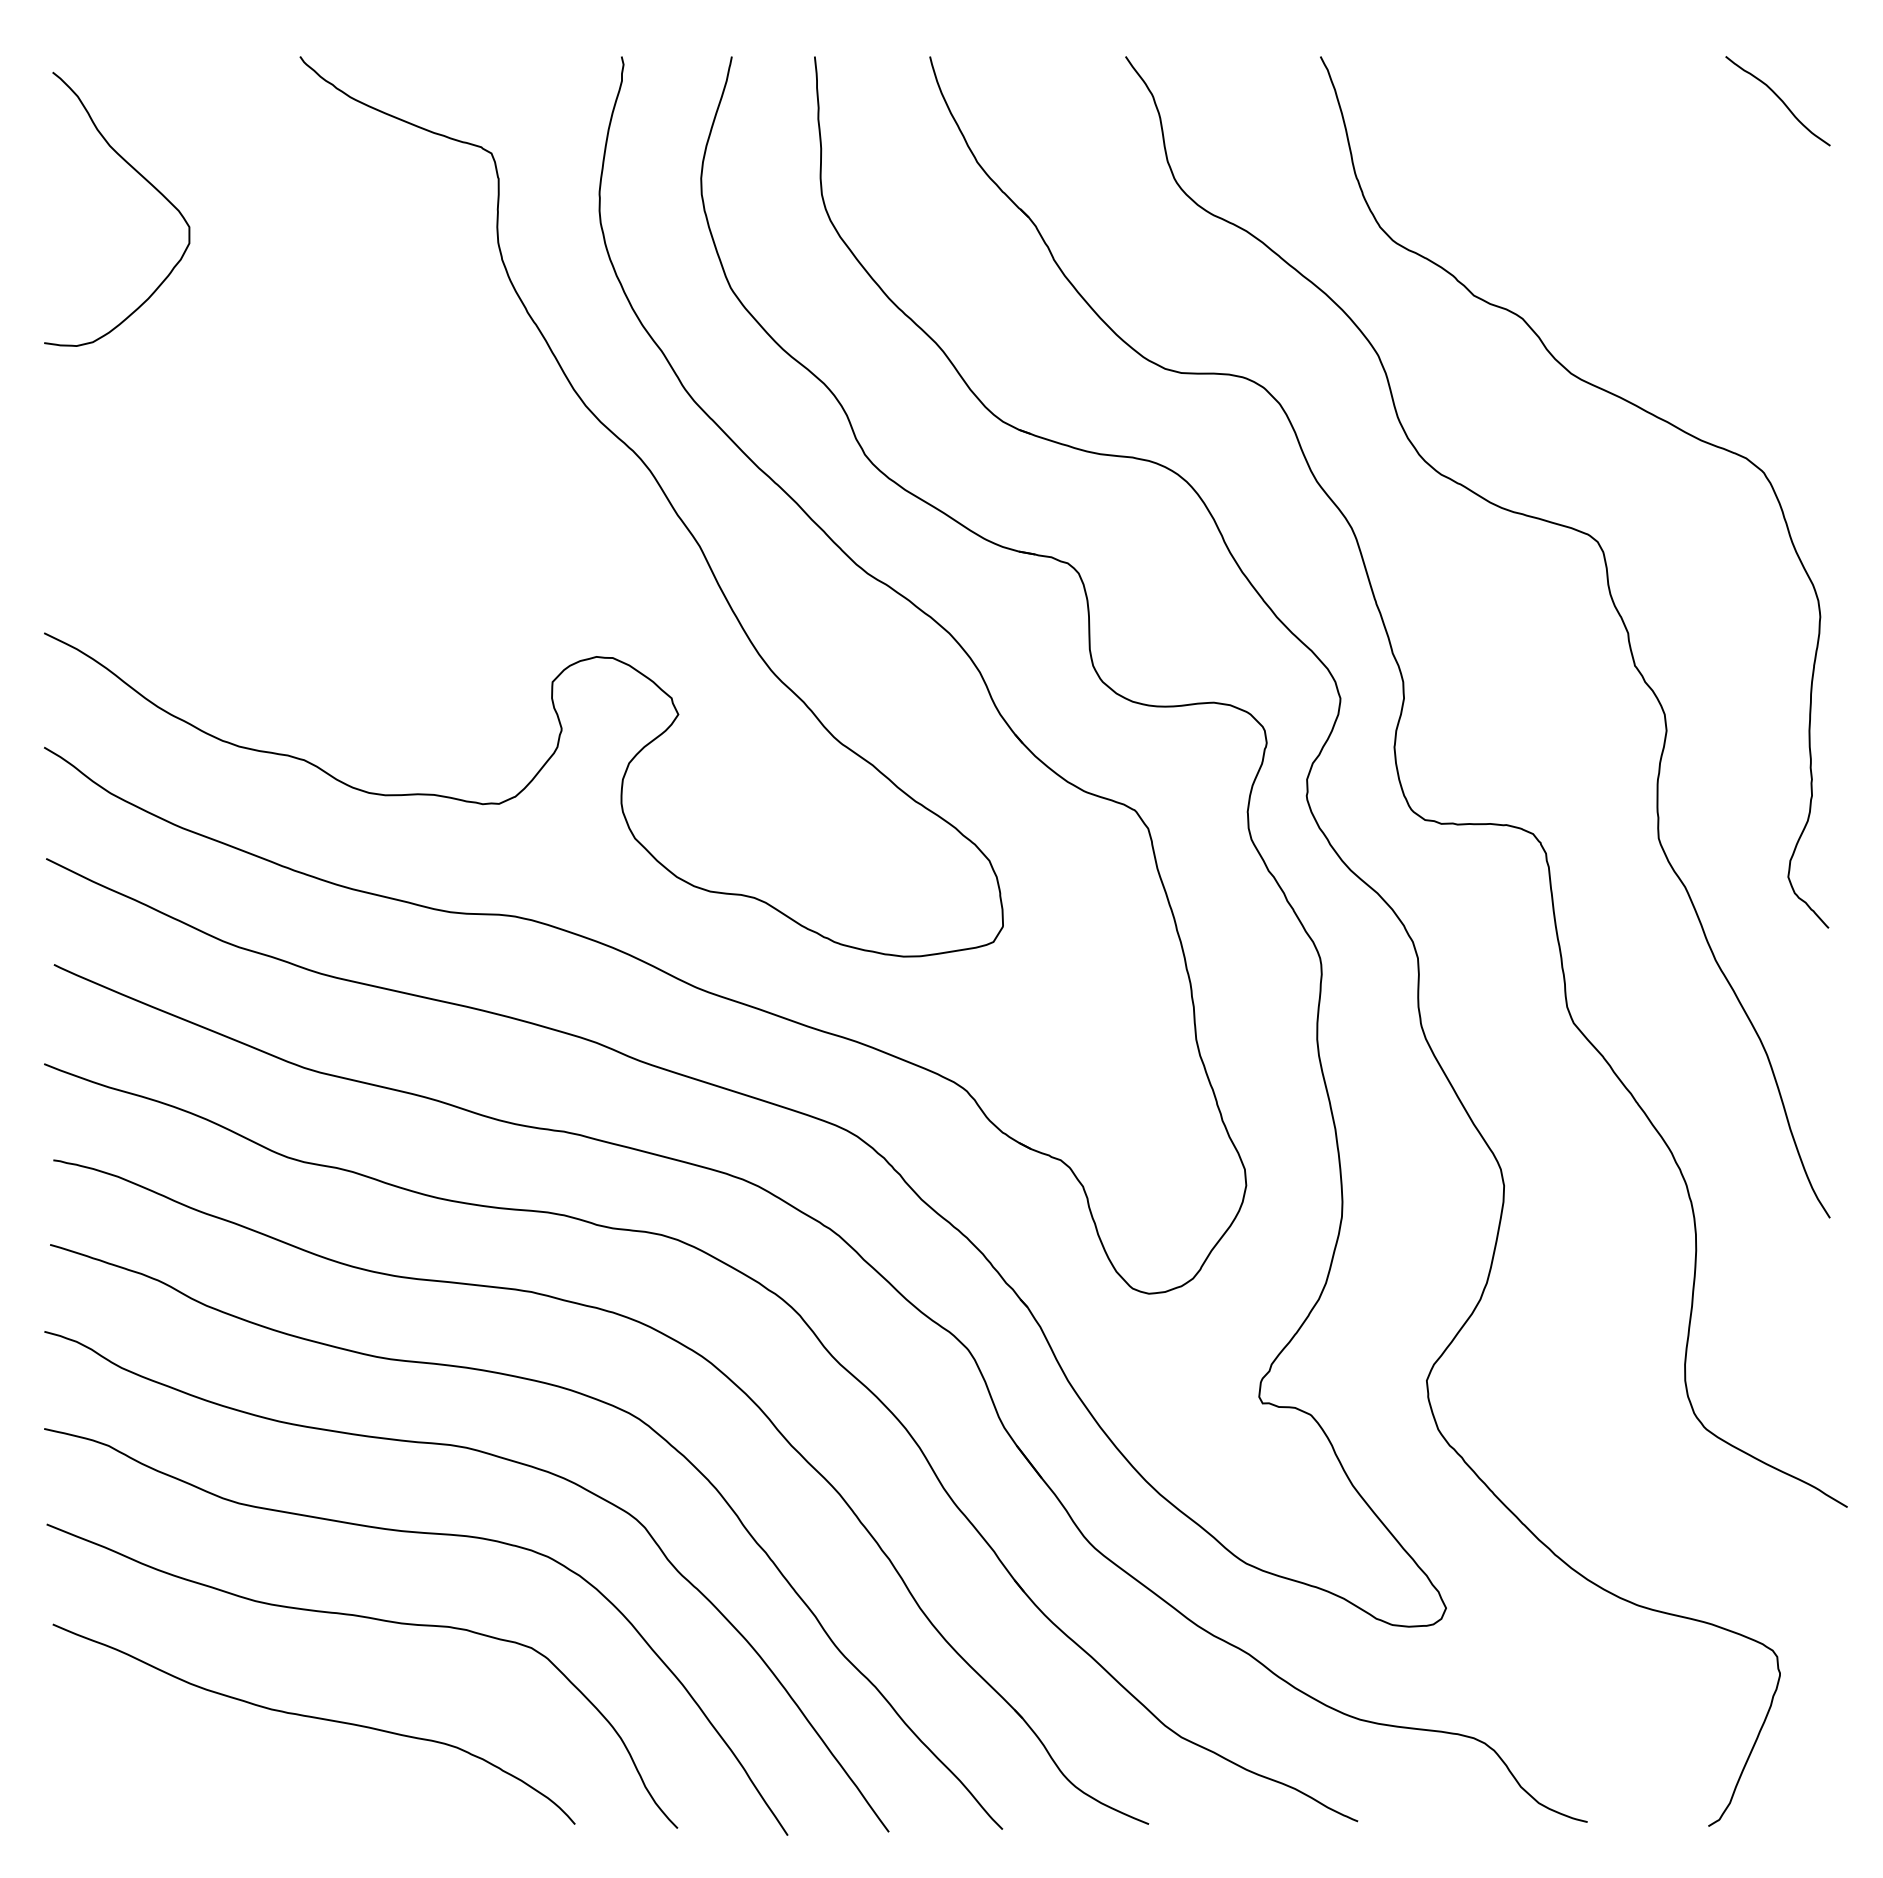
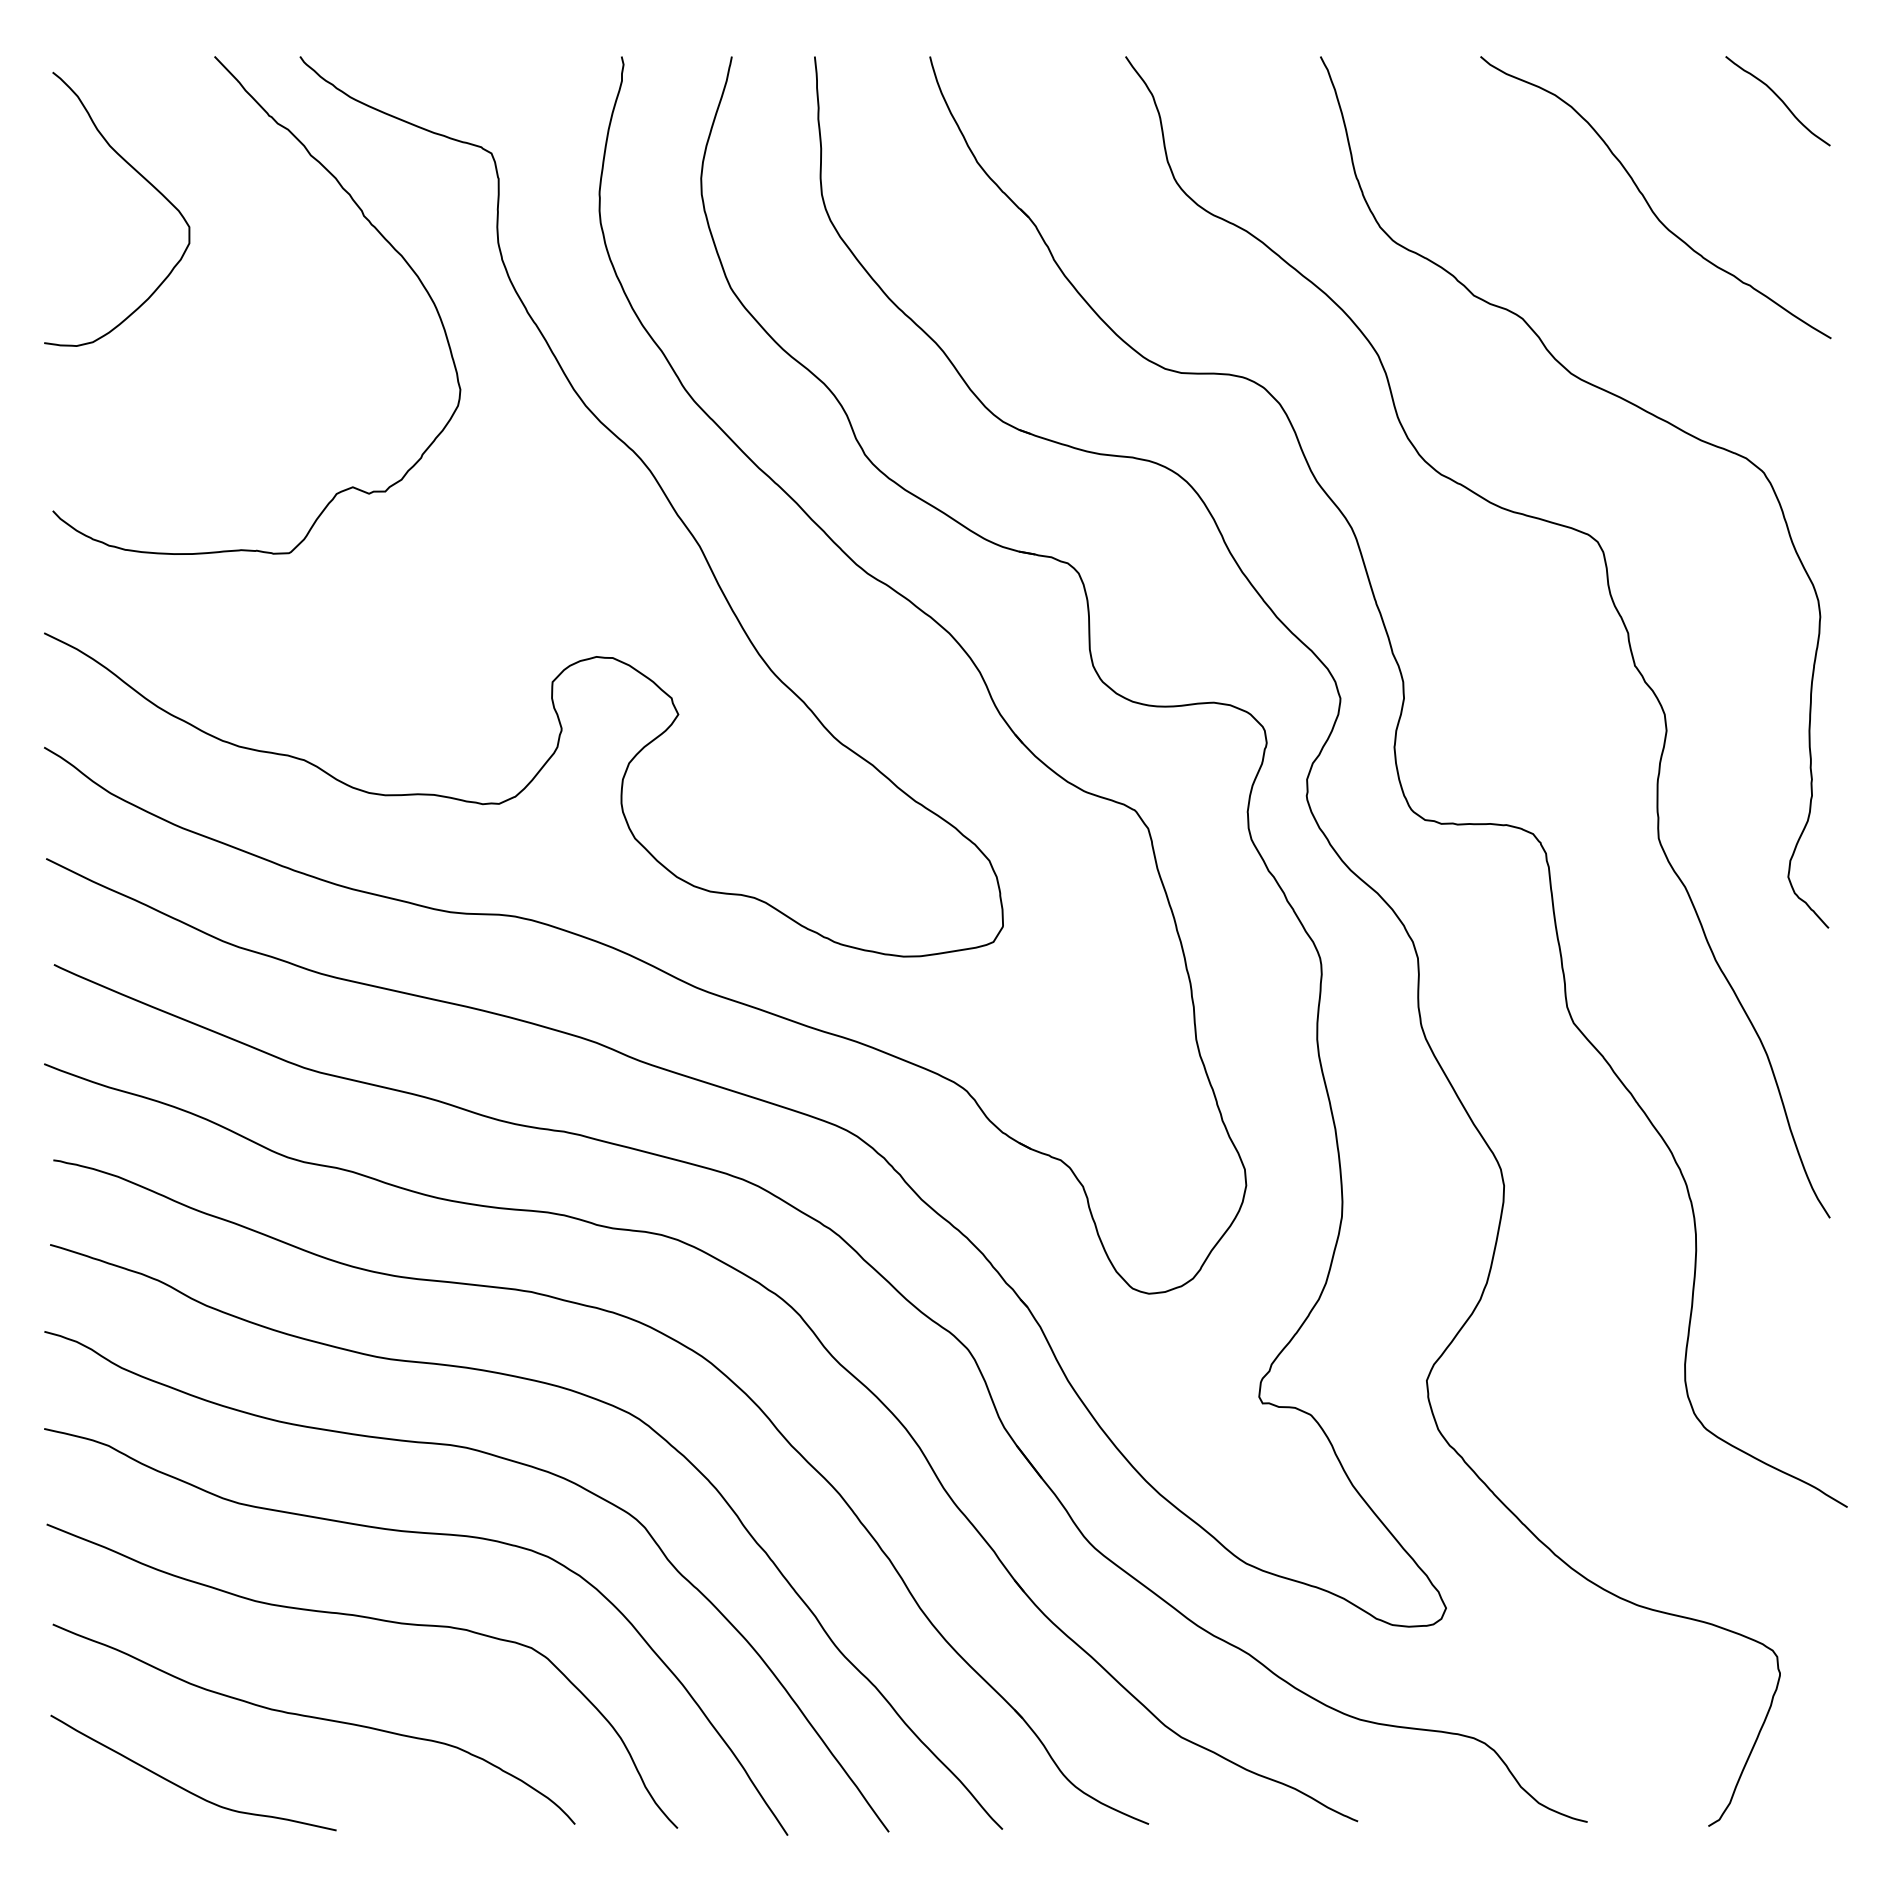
curve at (1648, 202): none -> present
curve at (362, 215): none -> present
curve at (185, 1788): none -> present
